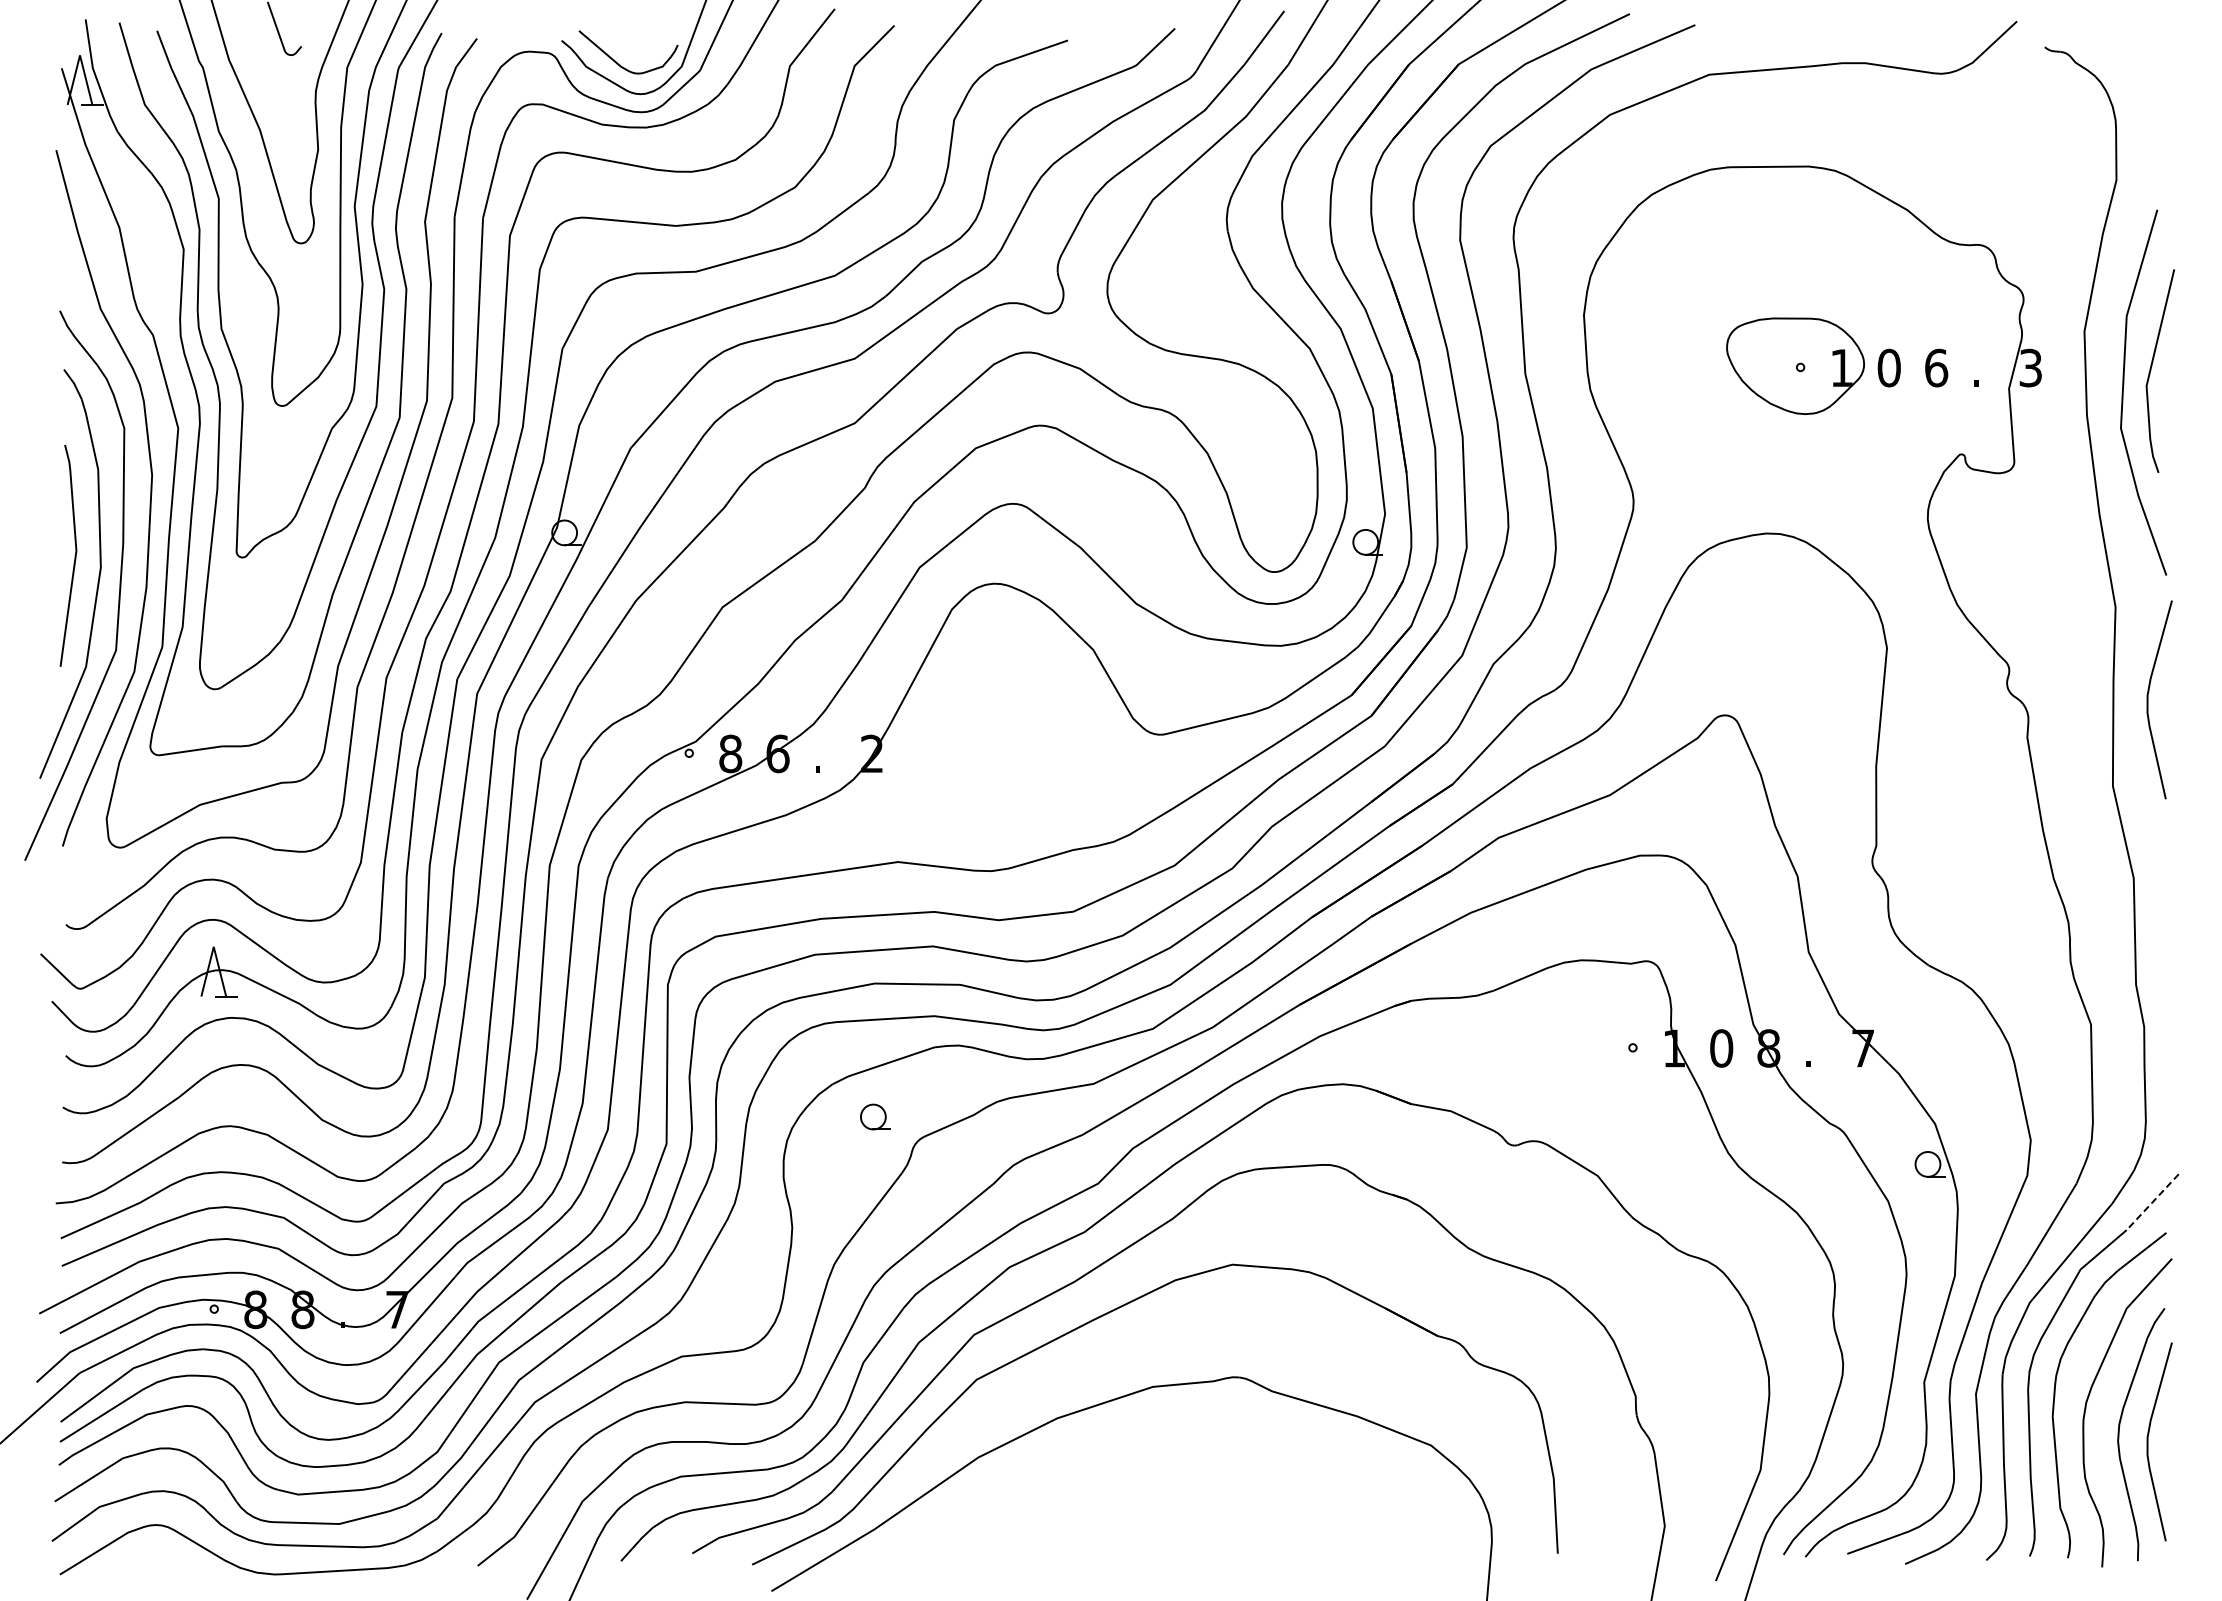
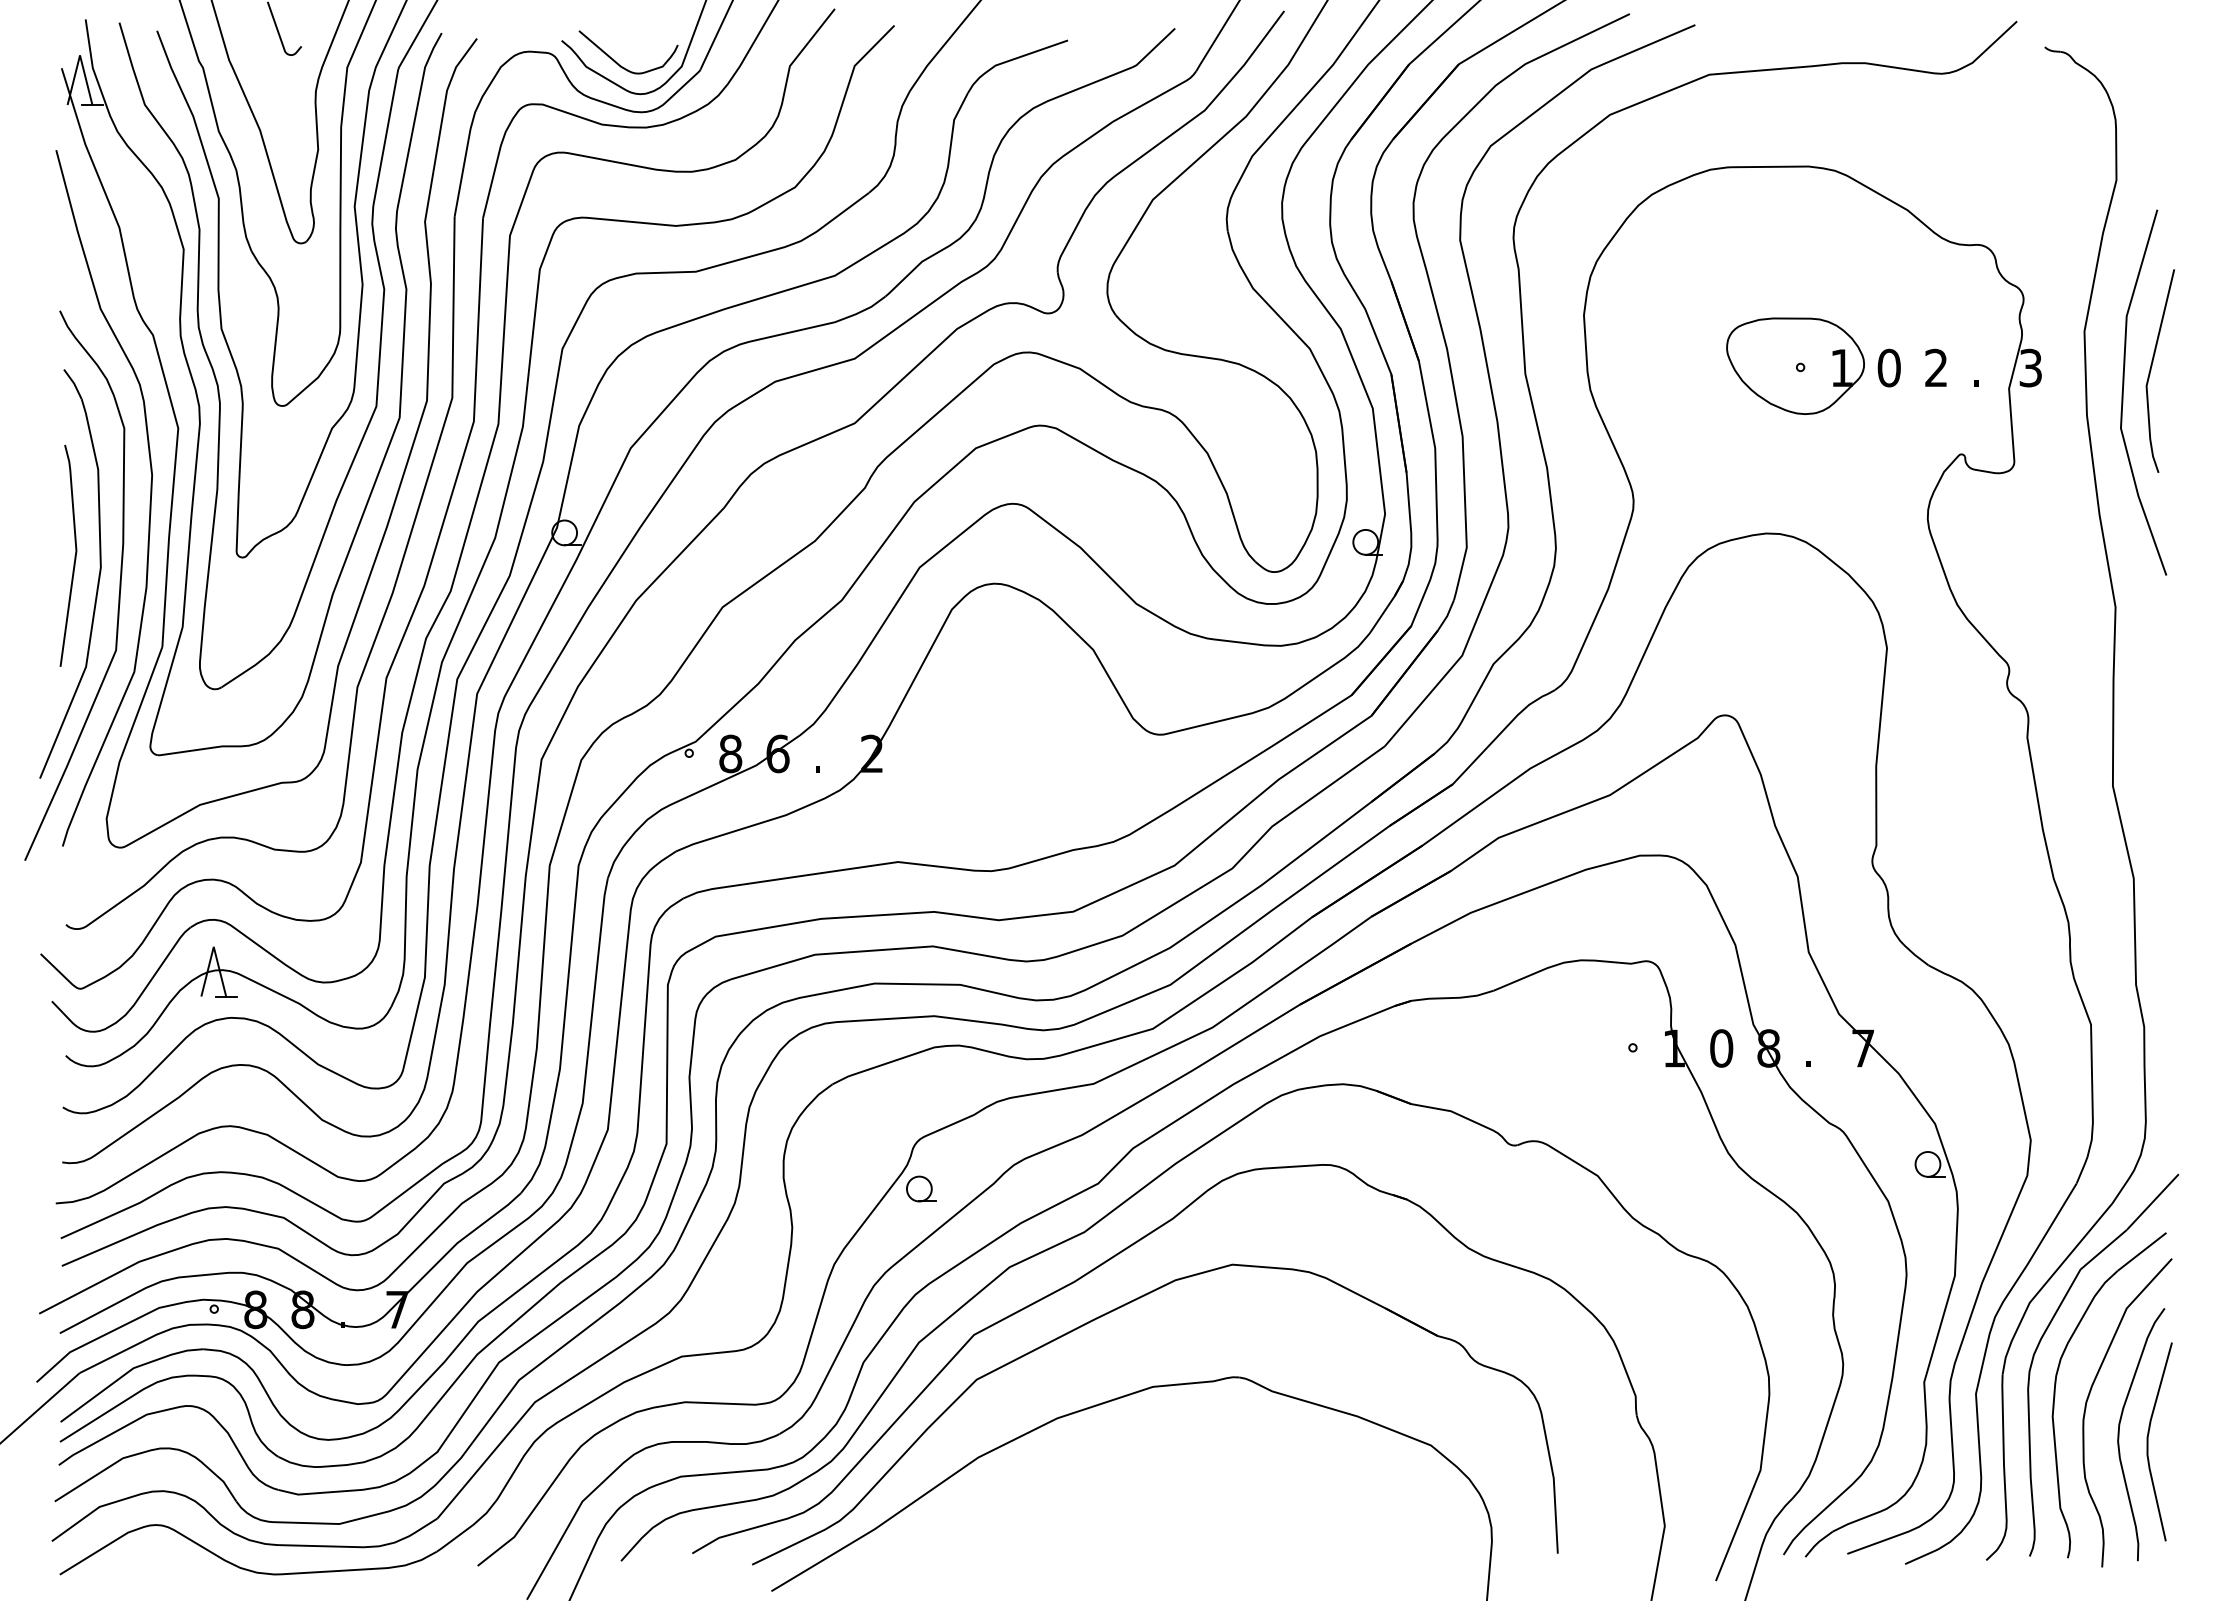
text at (1936, 367): 6 -> 2
curve at (2148, 699): present -> none
part at (875, 1116) position: (875, 1116) -> (921, 1188)
line at (2152, 1202): dashed -> solid
